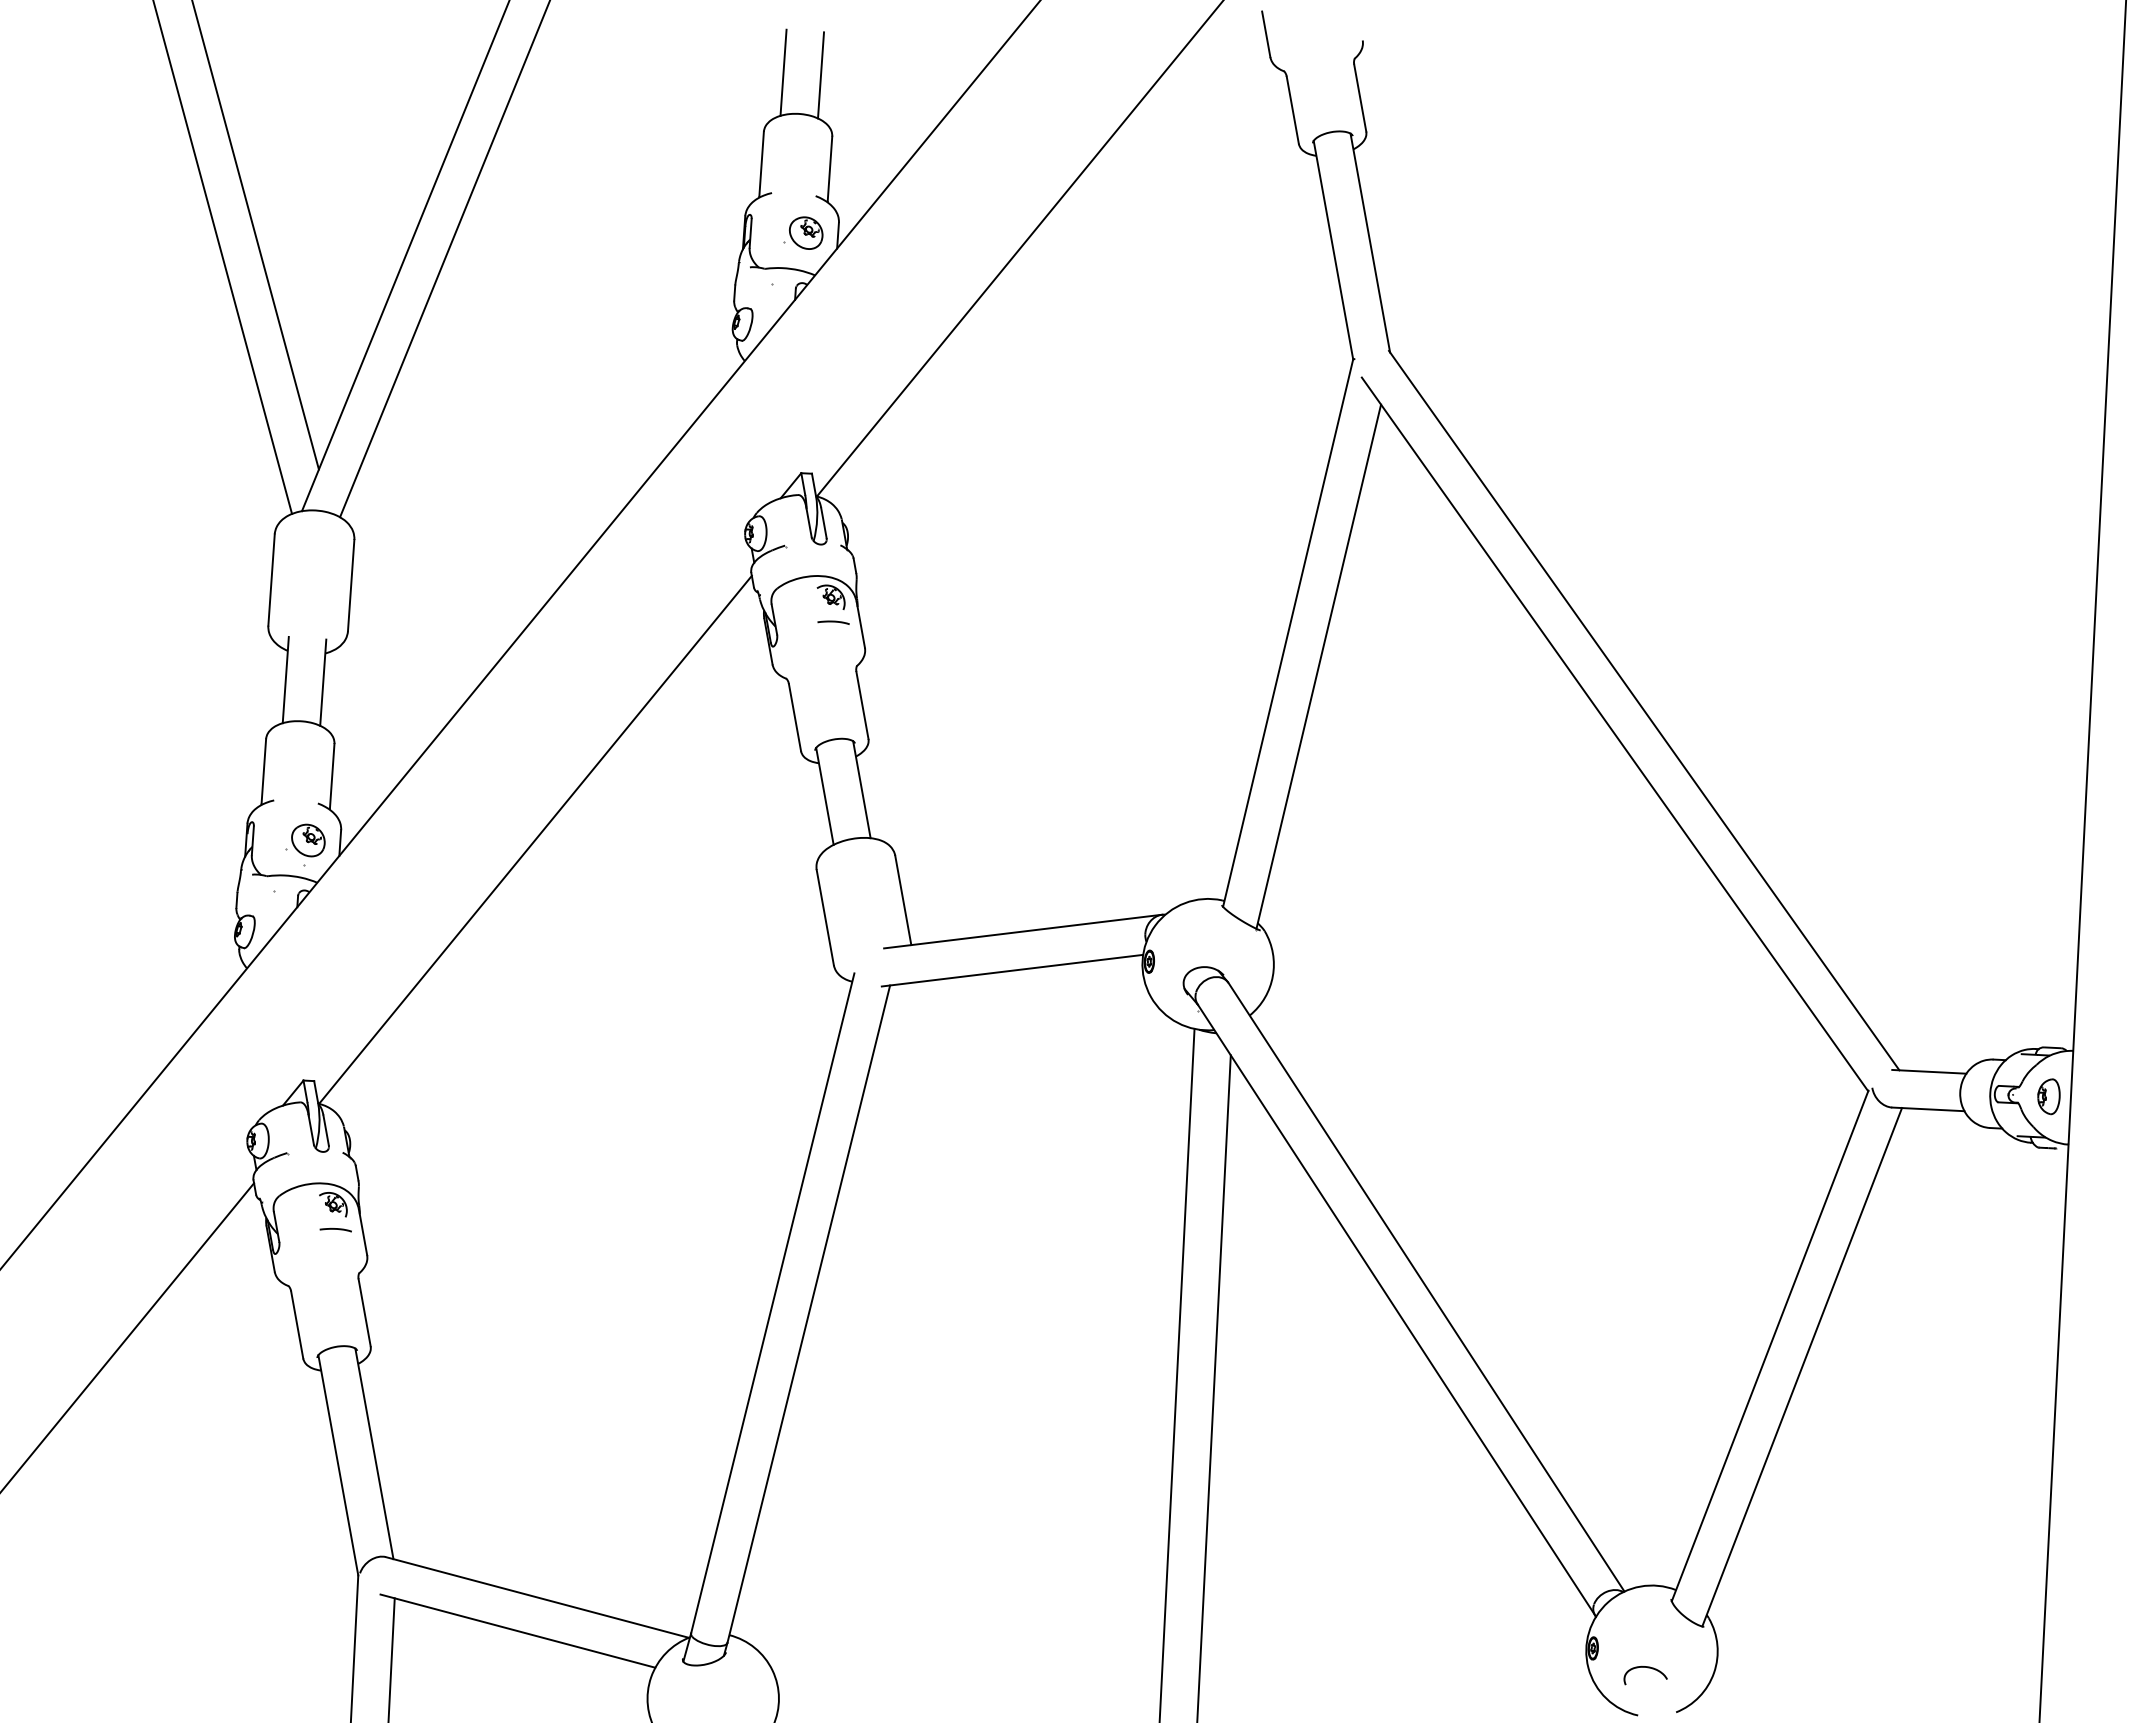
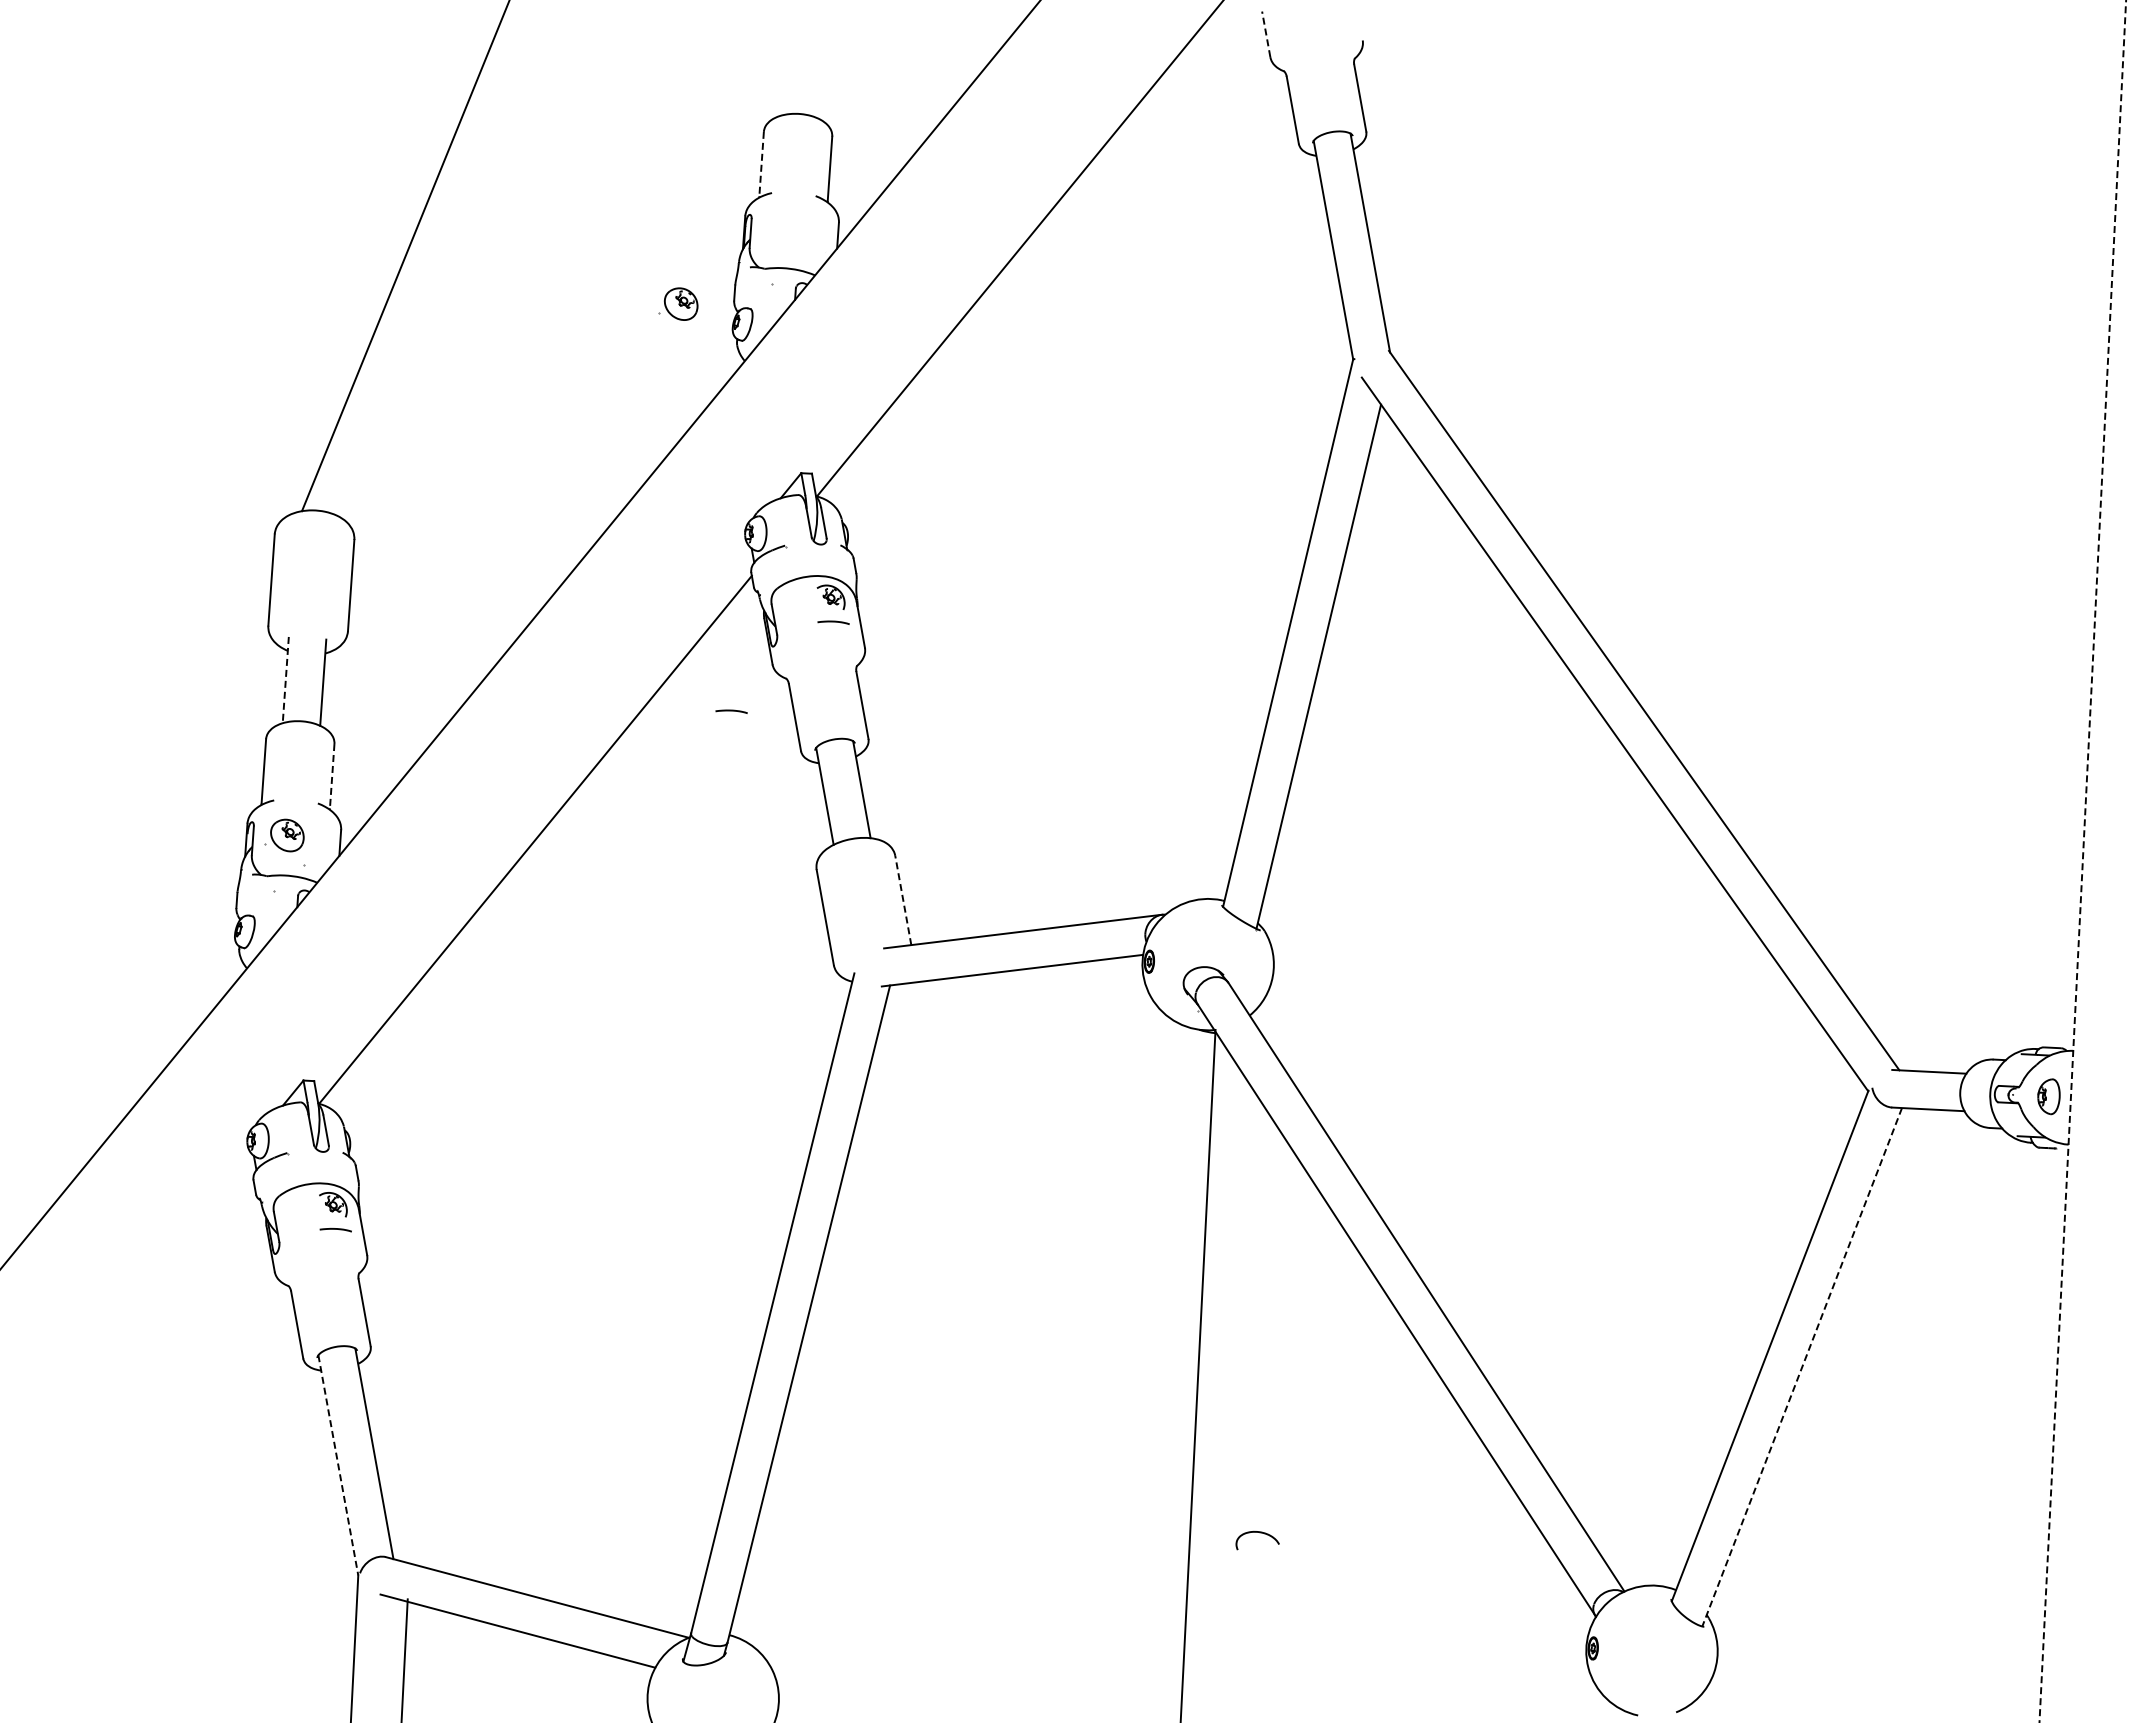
line at (1266, 33): solid -> dashed
line at (783, 72): present -> none
line at (821, 75): present -> none
line at (761, 164): solid -> dashed
part at (803, 232) position: (803, 232) -> (678, 303)
line at (255, 235): present -> none
line at (222, 257): present -> none
line at (444, 259): present -> none
line at (285, 680): solid -> dashed
part at (731, 711): none -> present
line at (332, 776): solid -> dashed
part at (305, 840) position: (305, 840) -> (284, 835)
line at (2082, 861): solid -> dashed
line at (903, 899): solid -> dashed
line at (128, 1336): present -> none
line at (1802, 1367): solid -> dashed
line at (1176, 1373) position: (1176, 1373) -> (1197, 1374)
line at (1213, 1387): present -> none
line at (338, 1465): solid -> dashed
line at (391, 1658) position: (391, 1658) -> (404, 1659)
curve at (1647, 1668) position: (1647, 1668) -> (1259, 1533)
